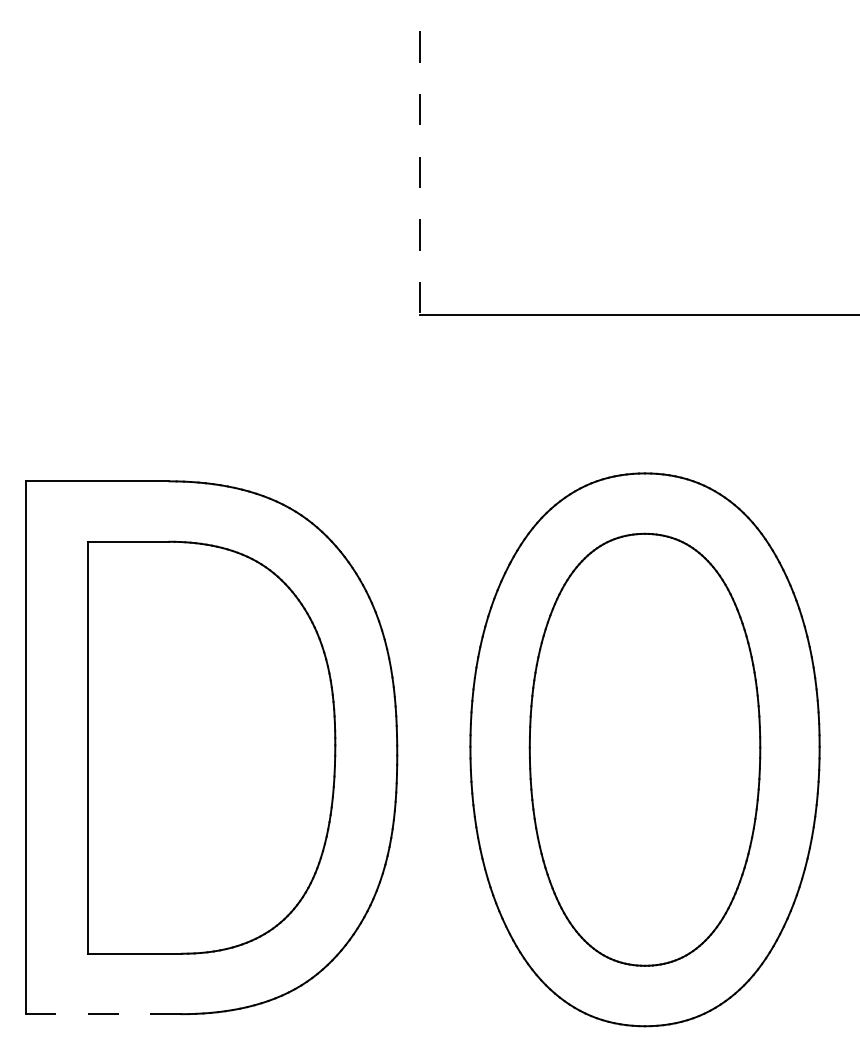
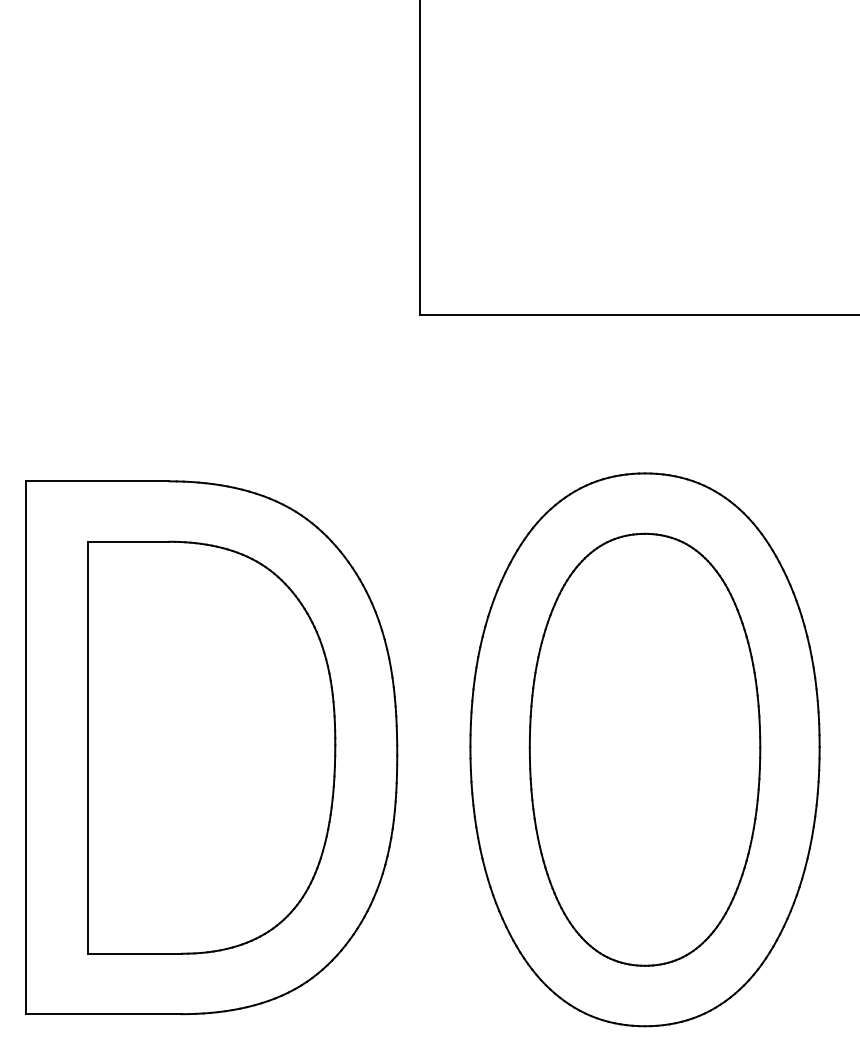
line at (419, 157): dashed -> solid
line at (103, 1014): dashed -> solid
